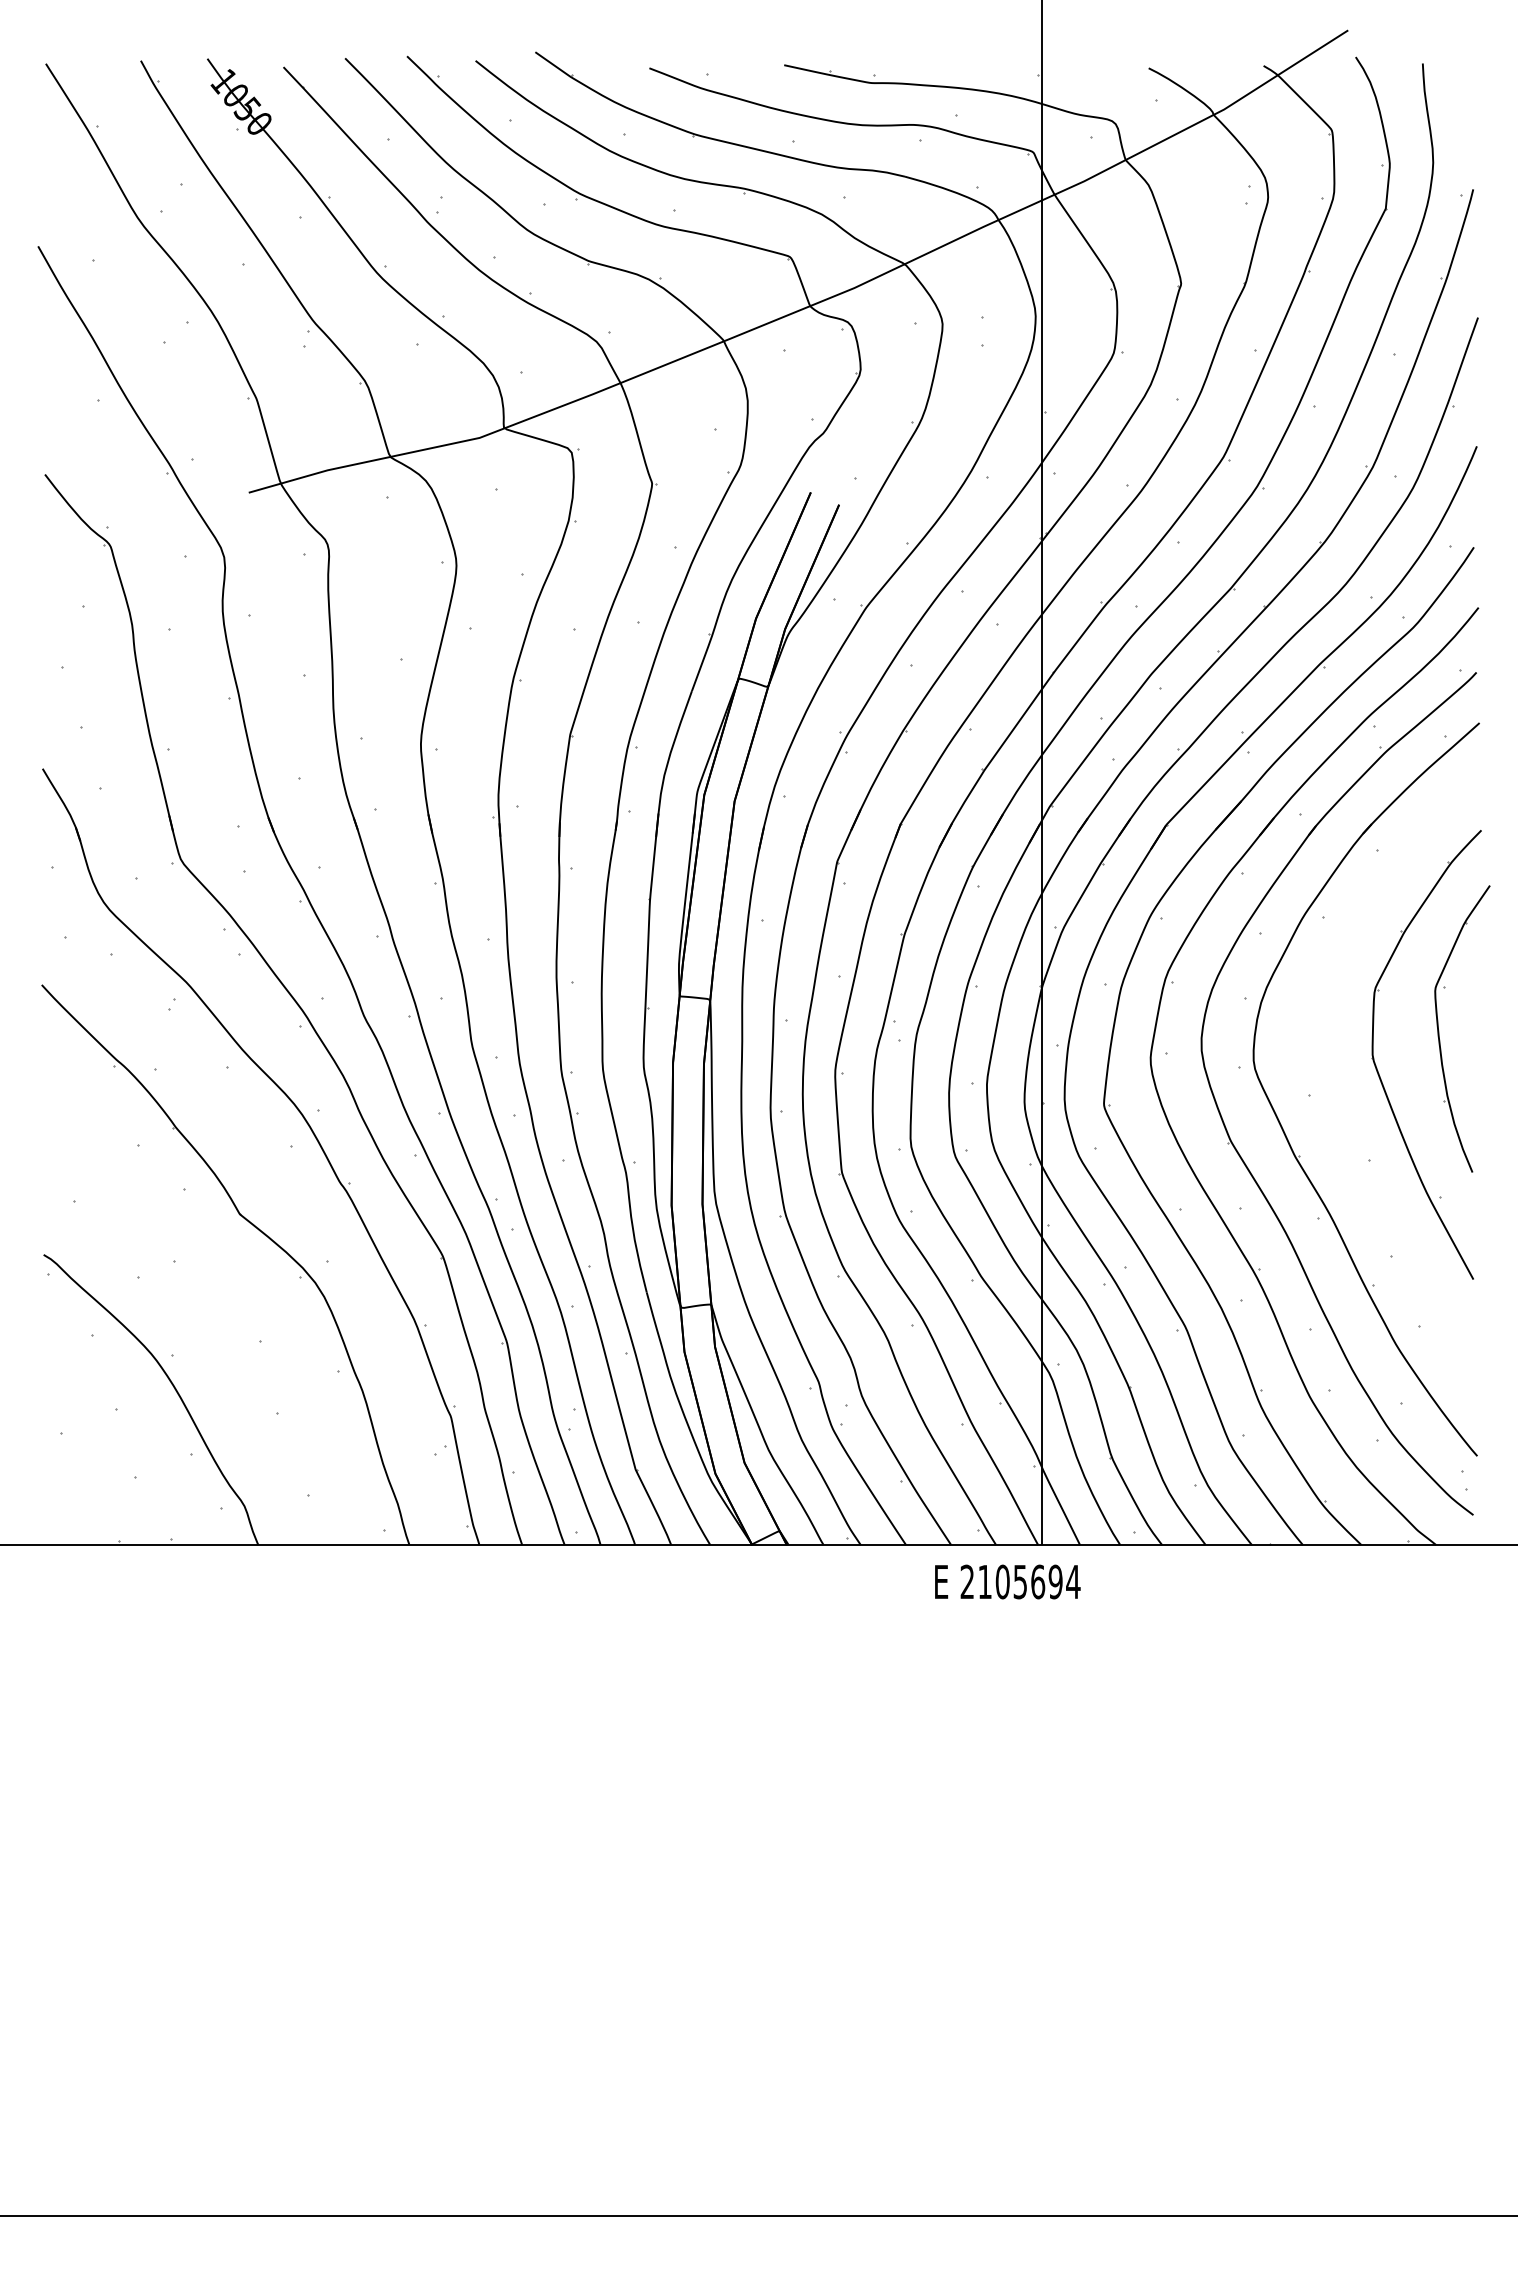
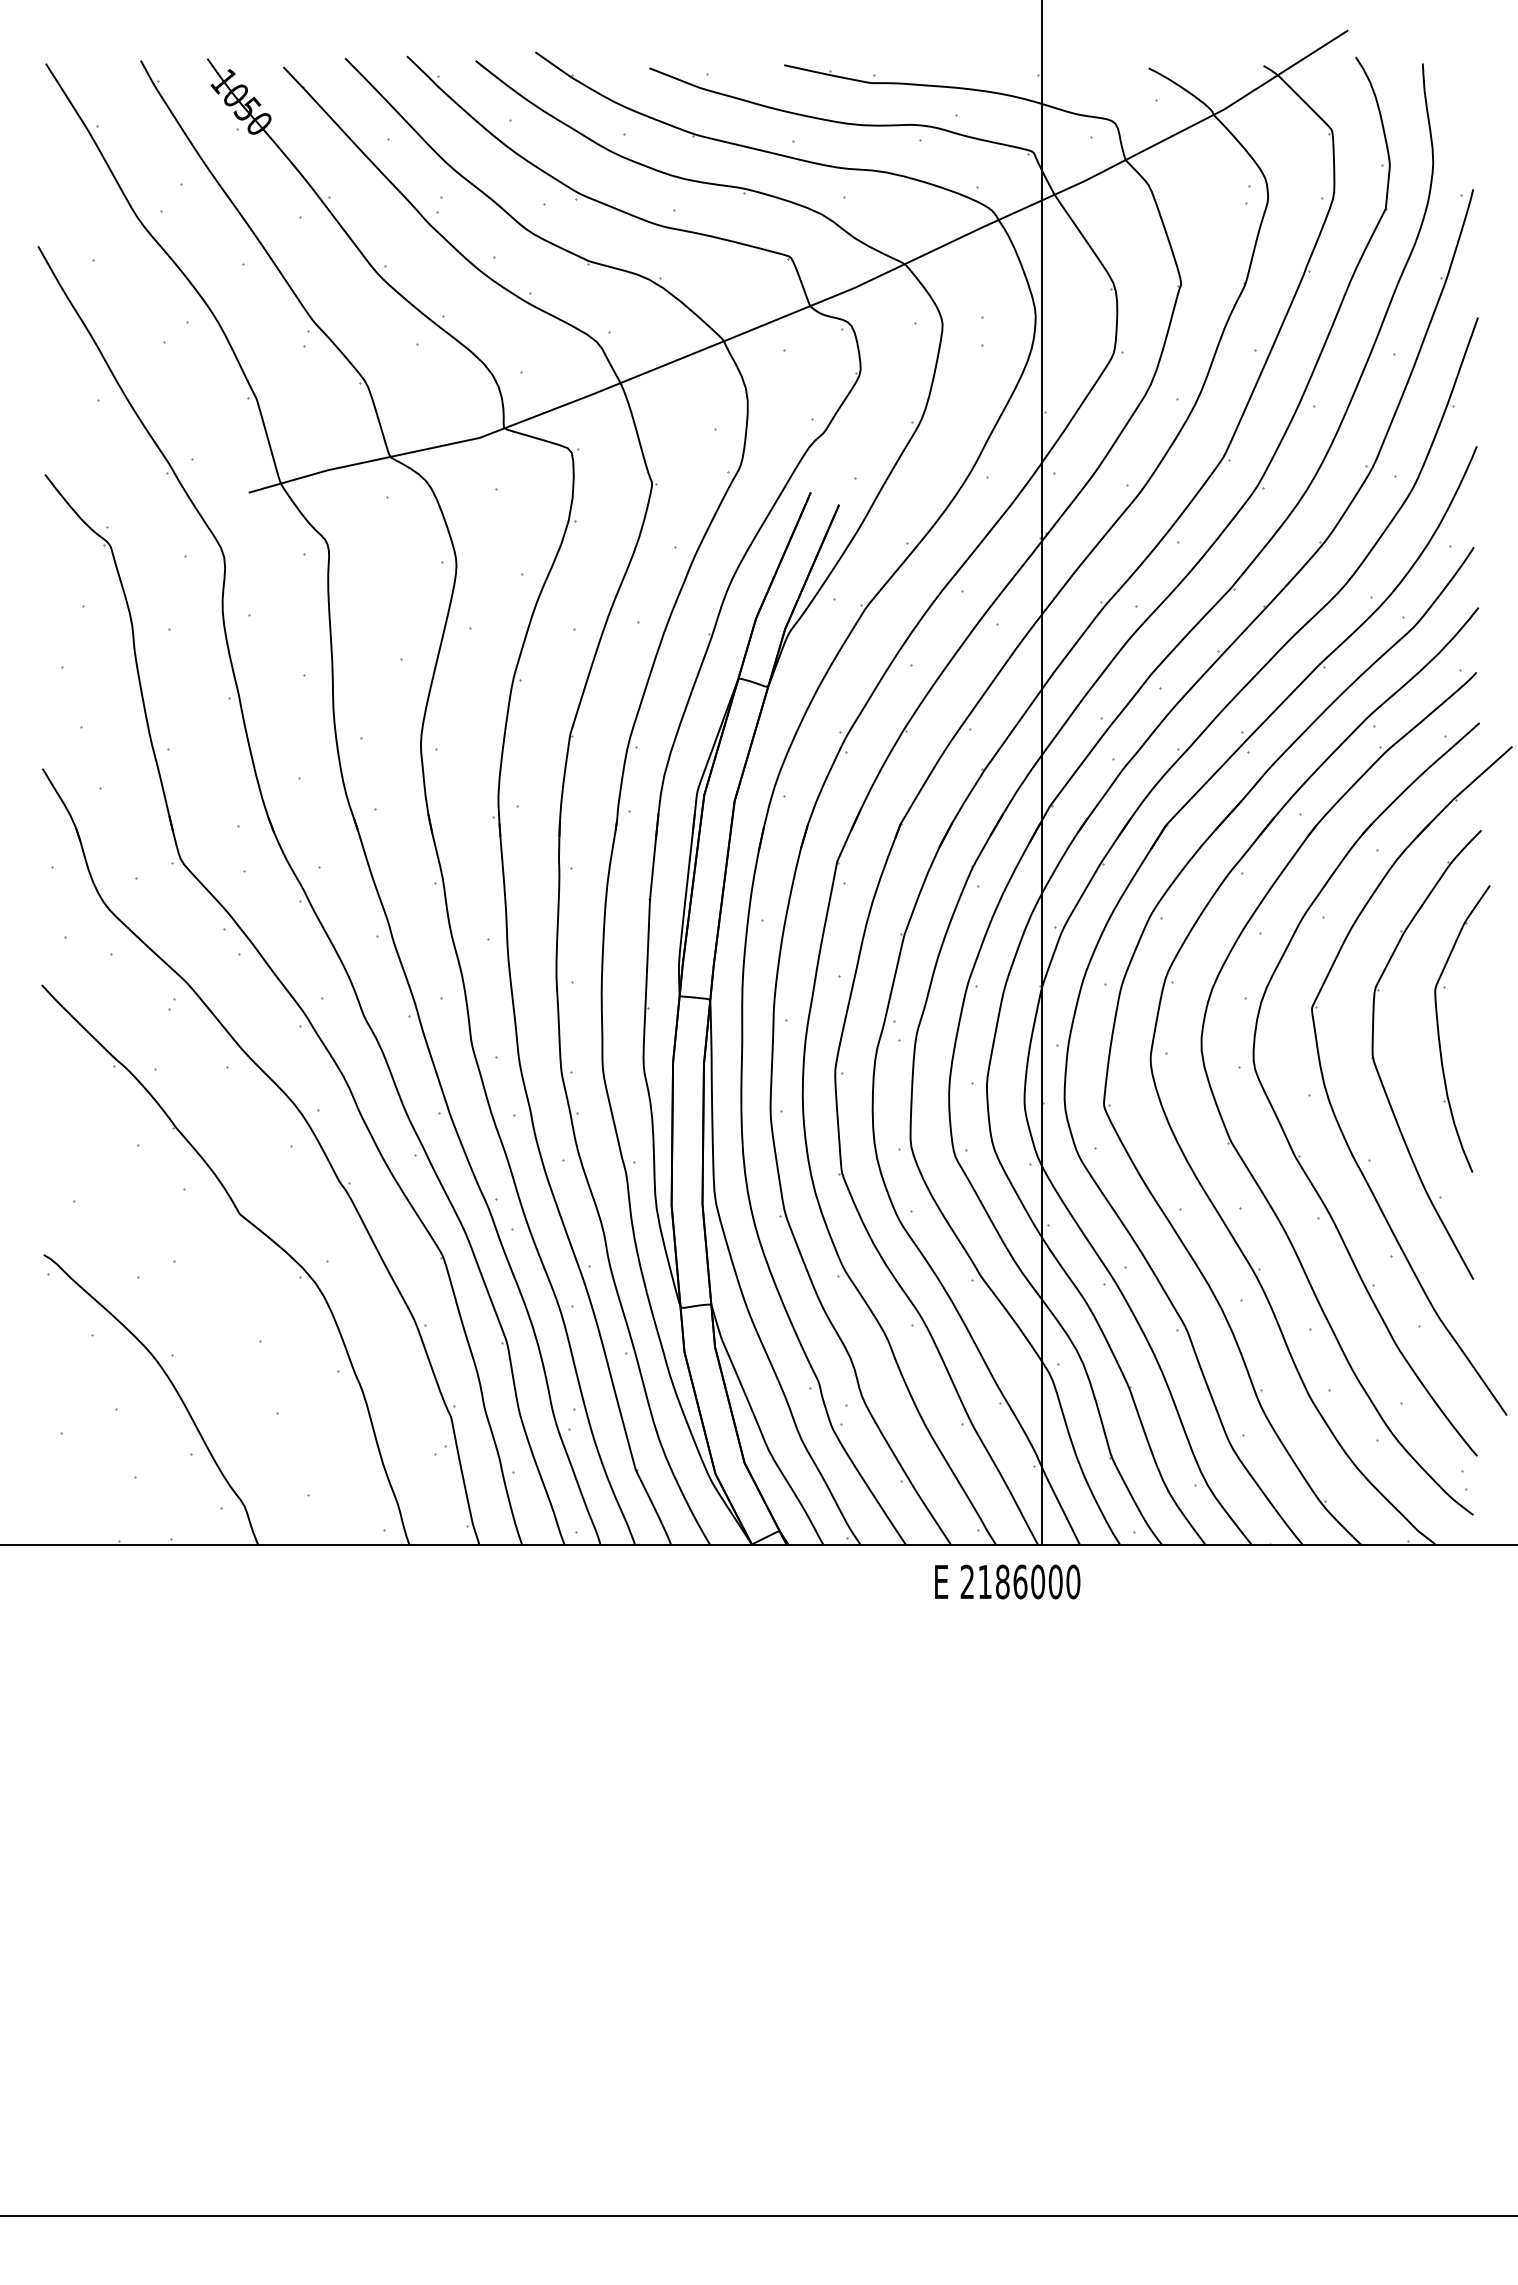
part at (1334, 1111): none -> present
text at (1037, 1581): 2105694 -> 2186000
